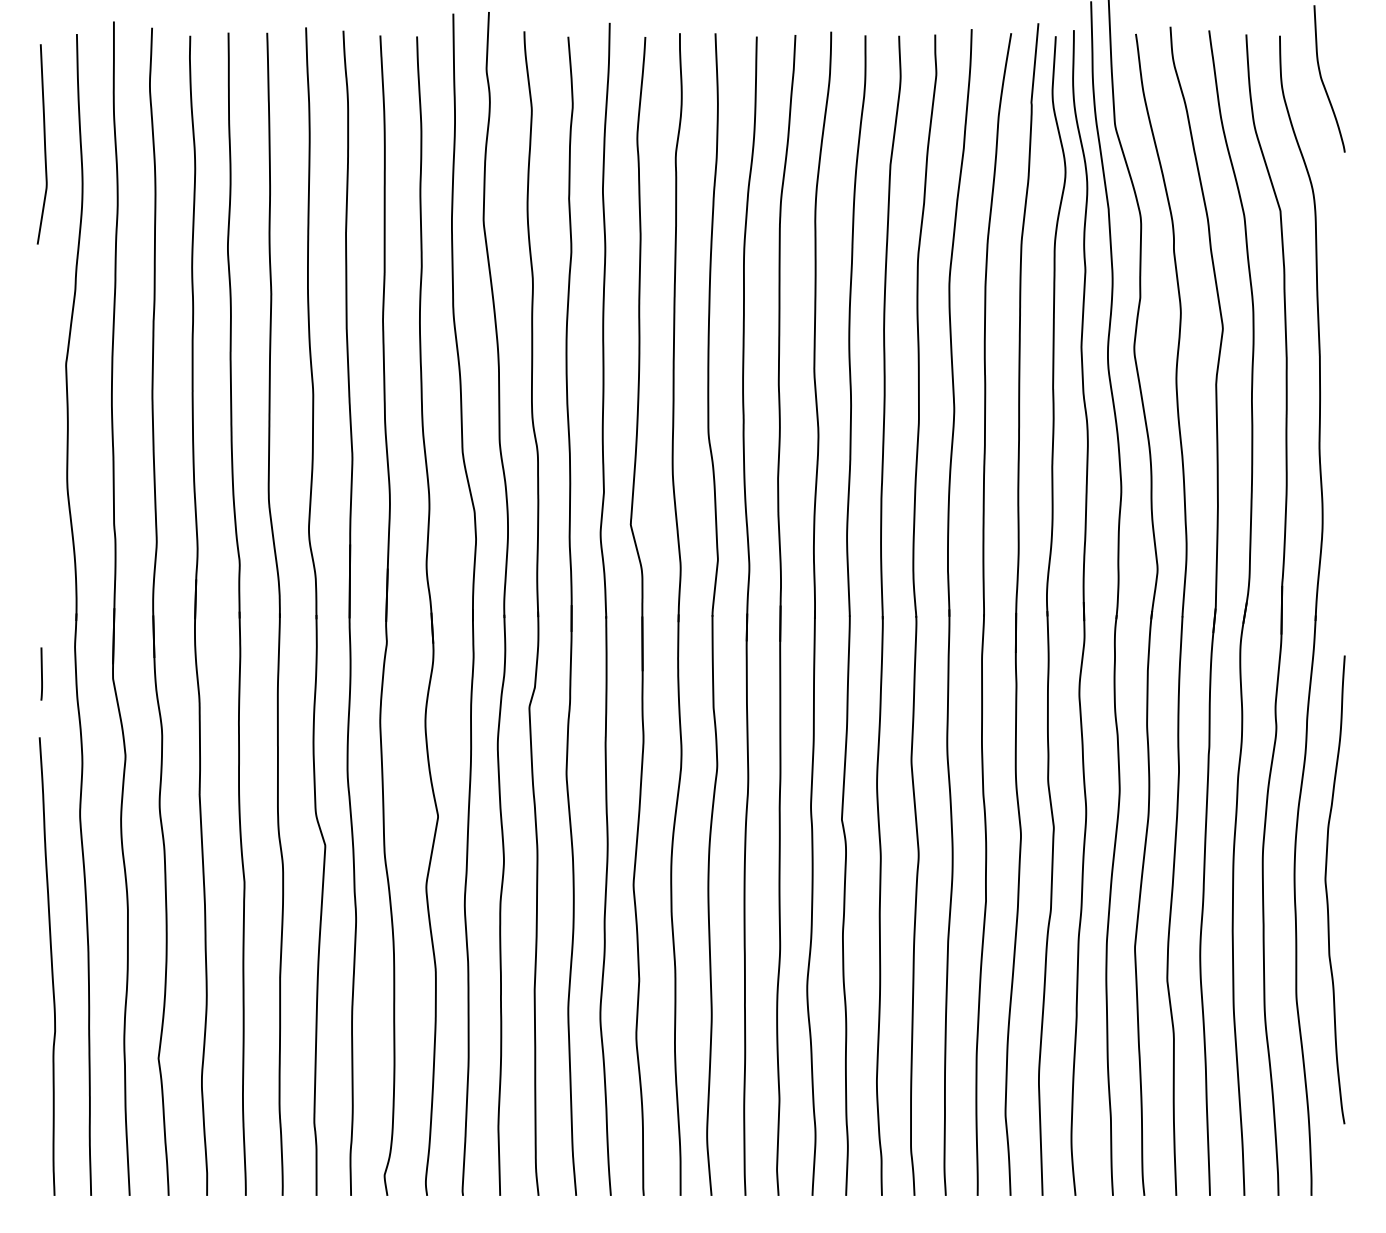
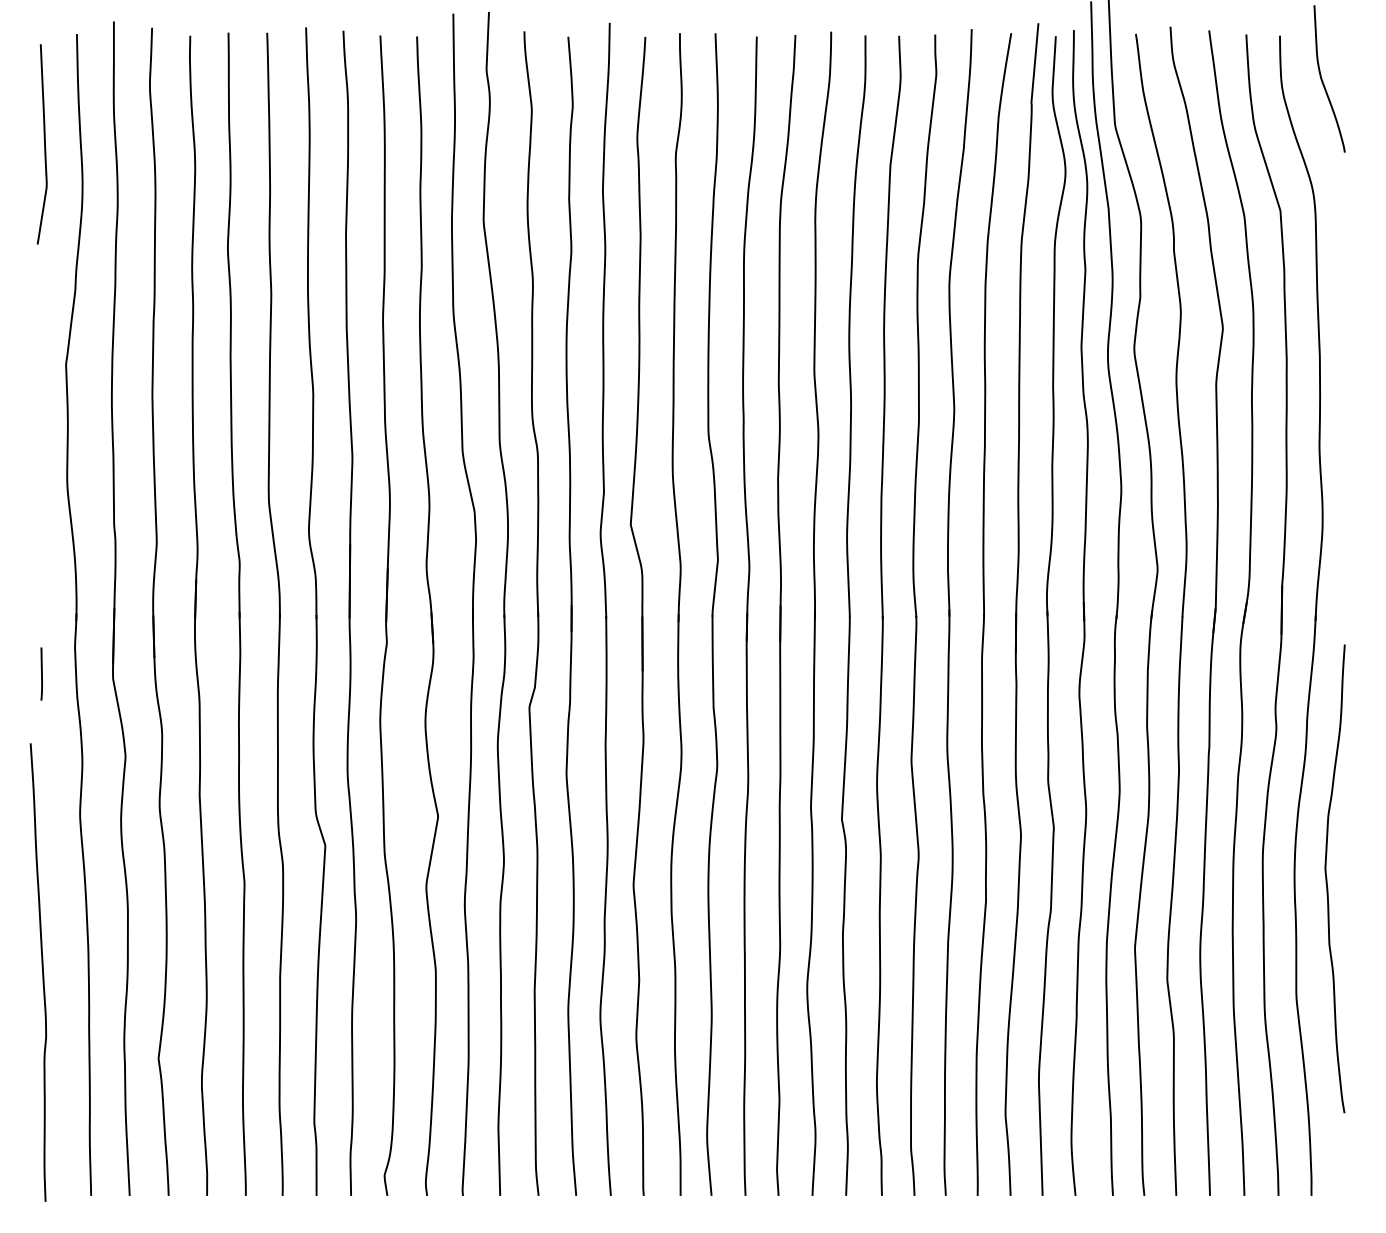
curve at (1327, 889) position: (1327, 889) -> (1327, 878)
curve at (51, 966) position: (51, 966) -> (42, 972)
